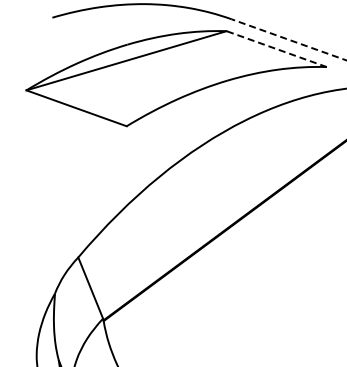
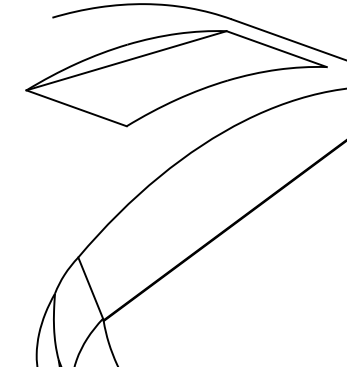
line at (289, 39): dashed -> solid
line at (276, 48): dashed -> solid
